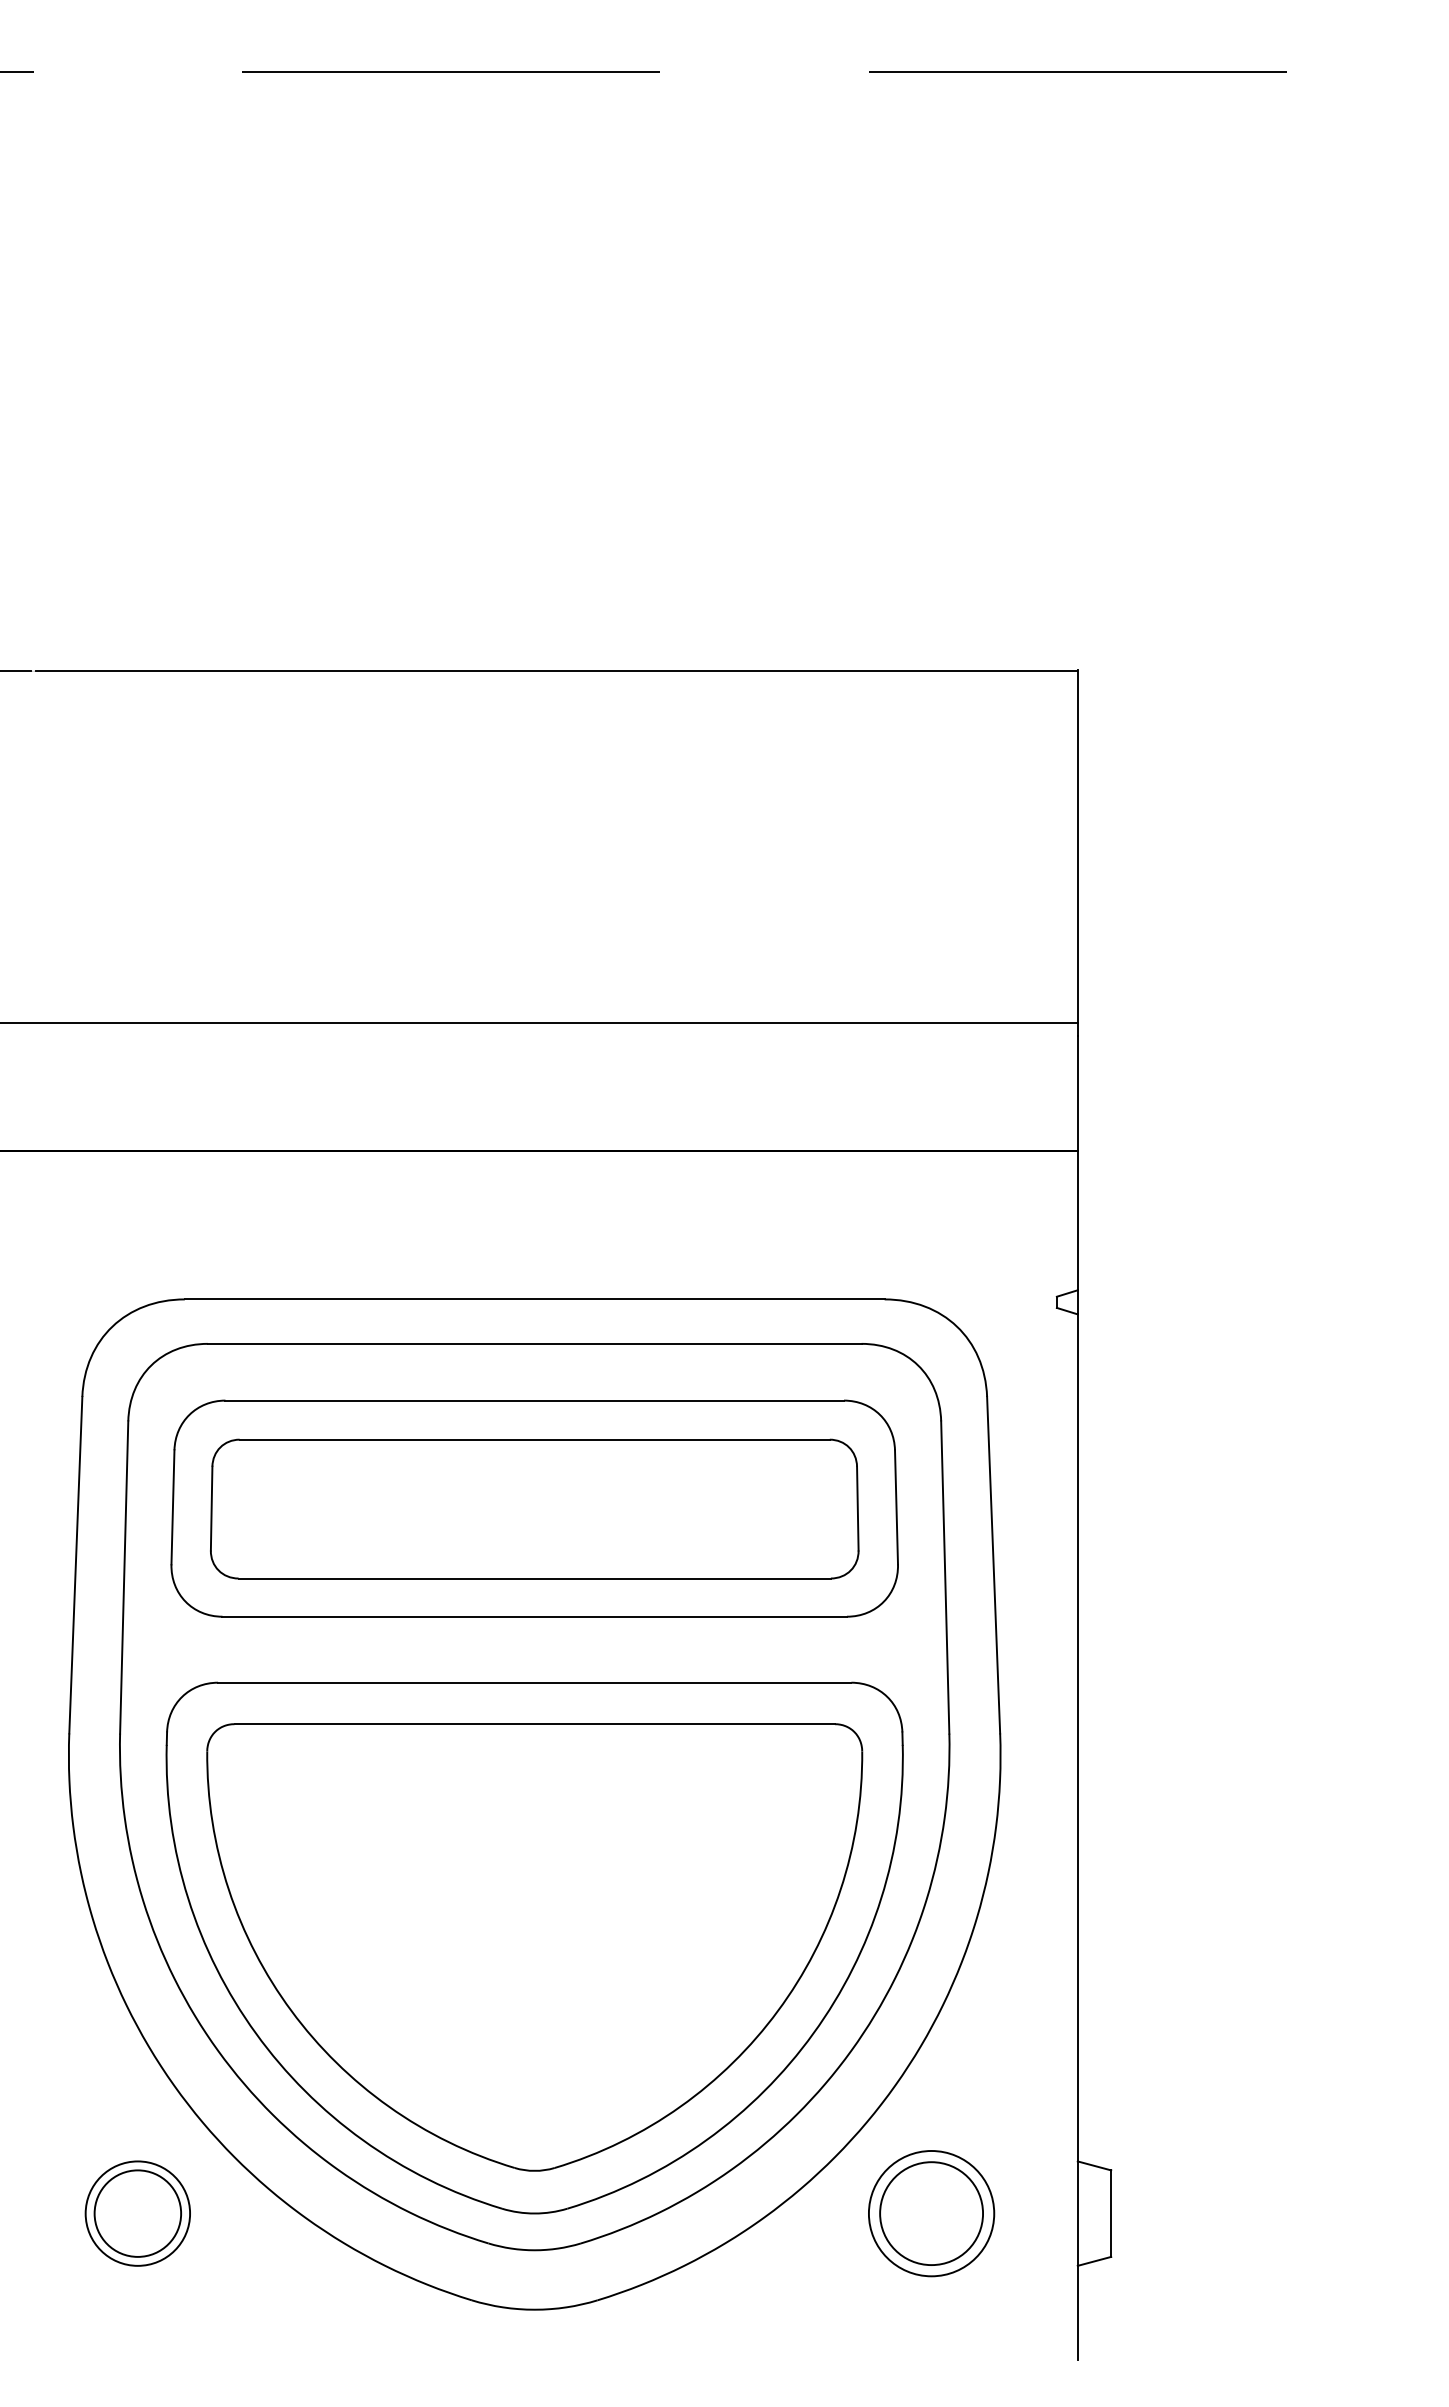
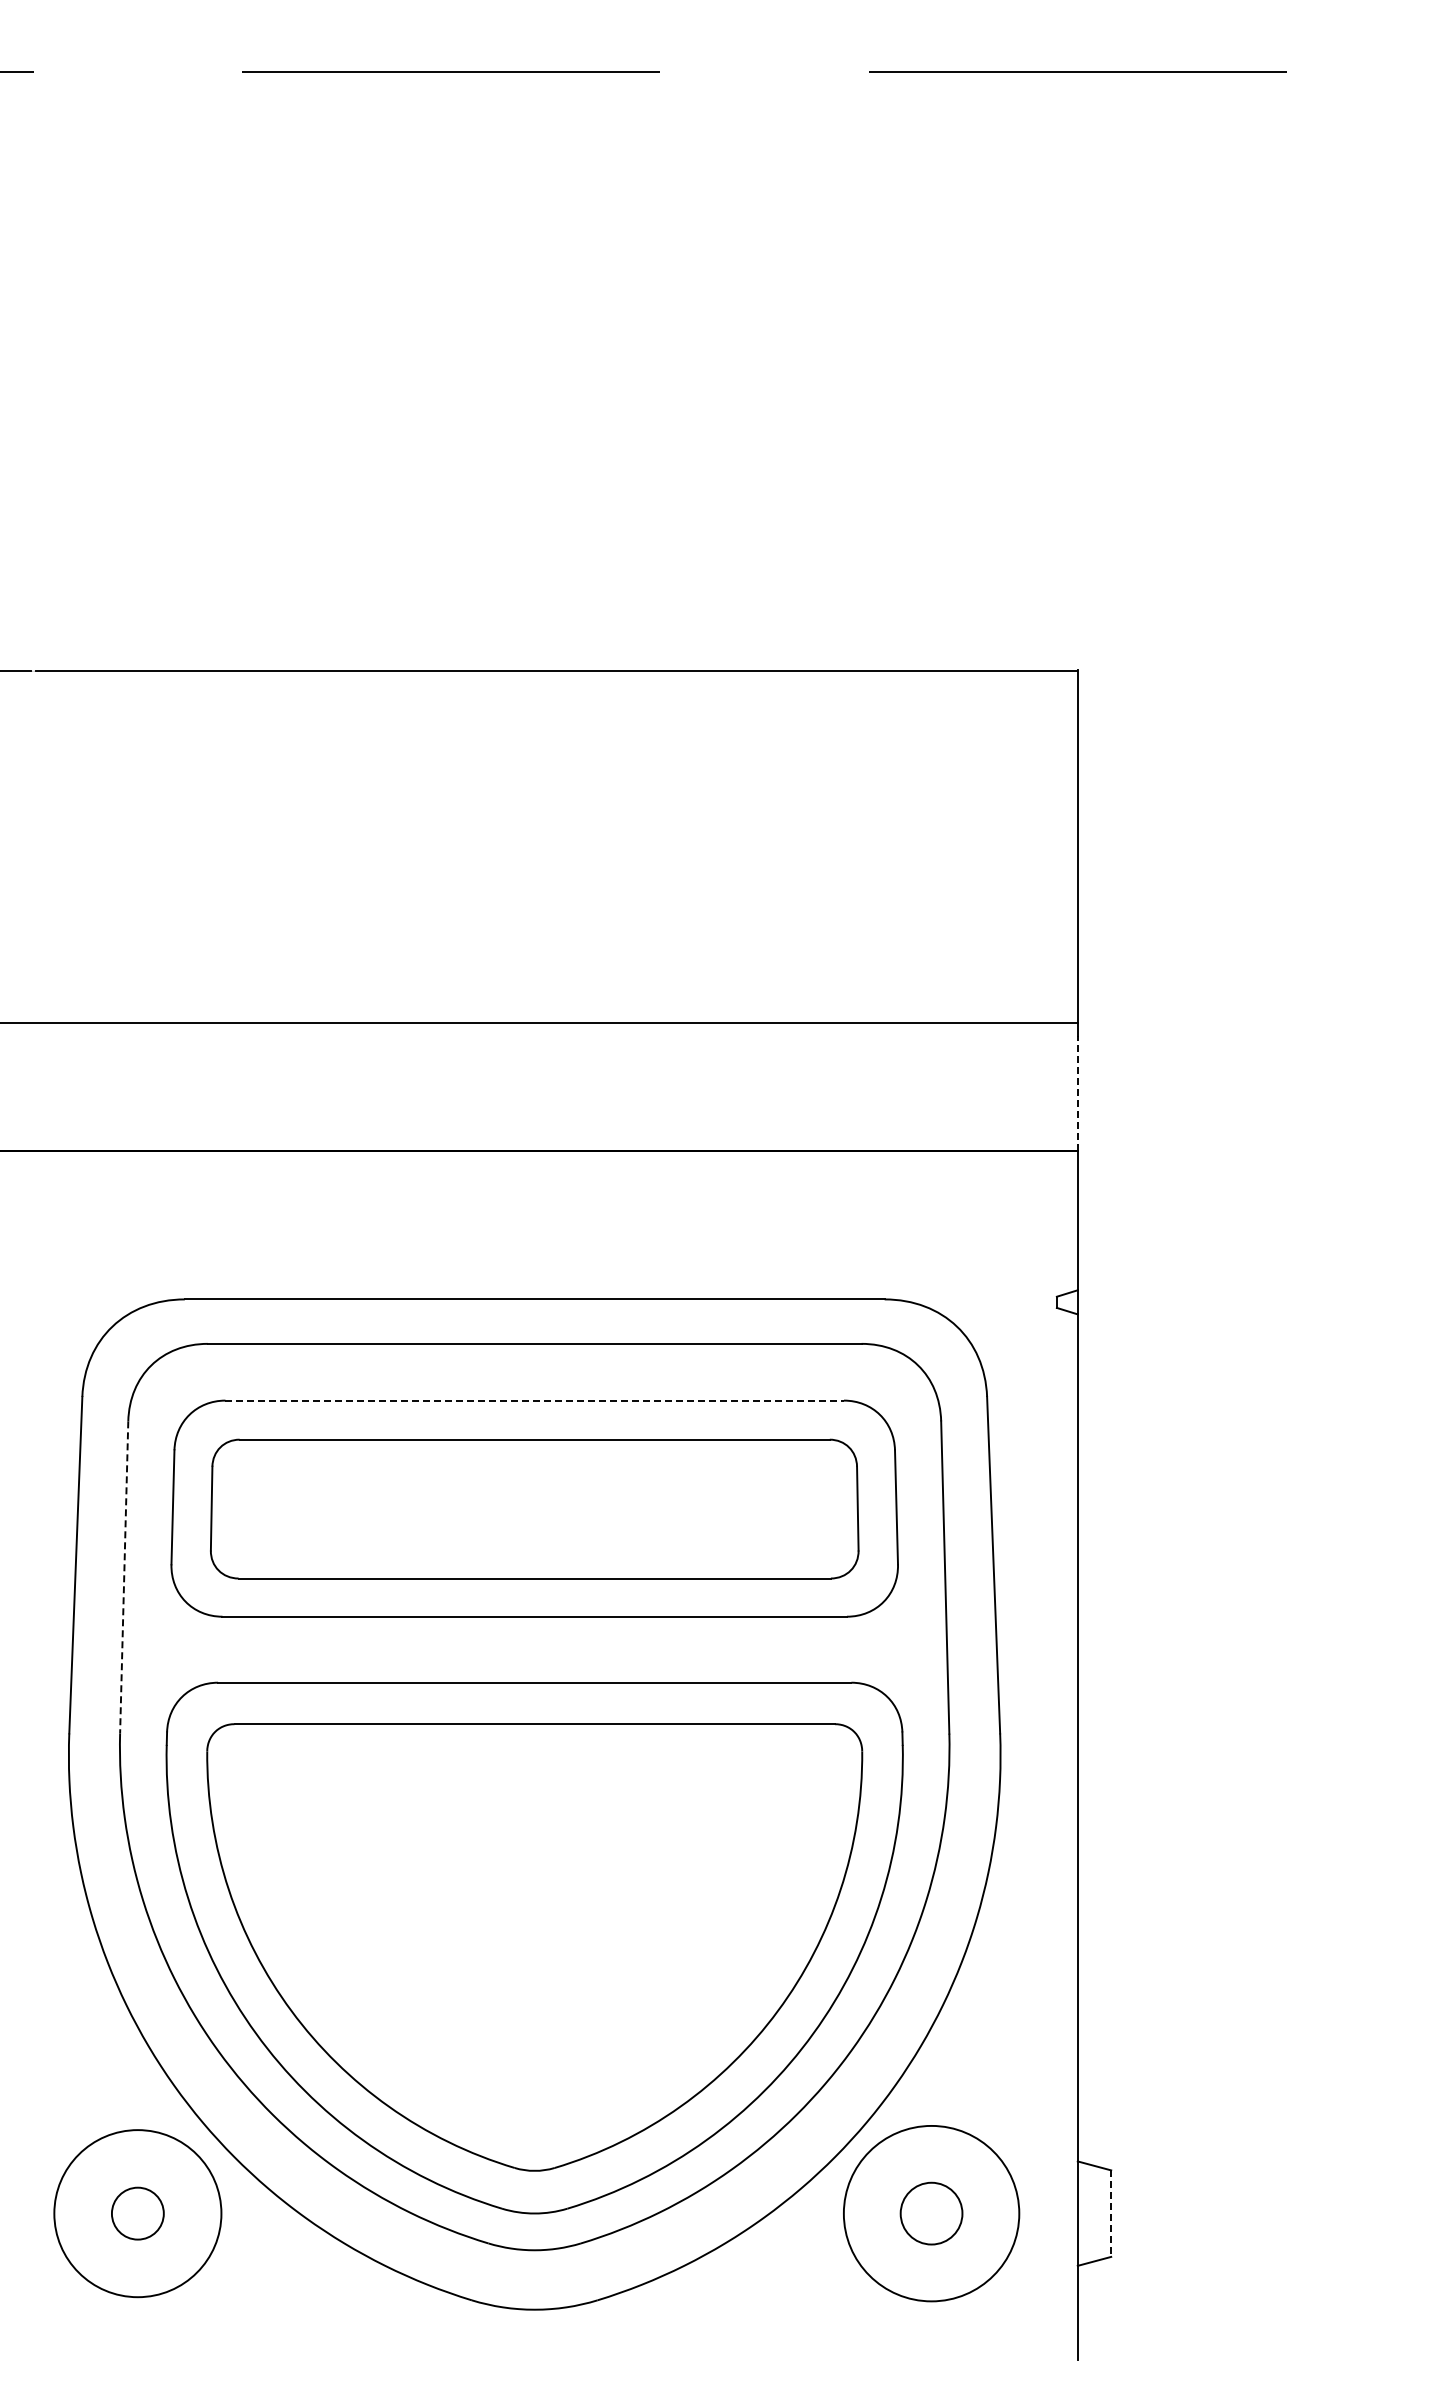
line at (1077, 1093): solid -> dashed
line at (535, 1400): solid -> dashed
line at (124, 1578): solid -> dashed
circle at (137, 2213) diameter: 104 px -> 167 px
circle at (137, 2213) diameter: 87 px -> 52 px
circle at (931, 2213) diameter: 103 px -> 62 px
circle at (931, 2213) diameter: 125 px -> 175 px
line at (1111, 2214): solid -> dashed
